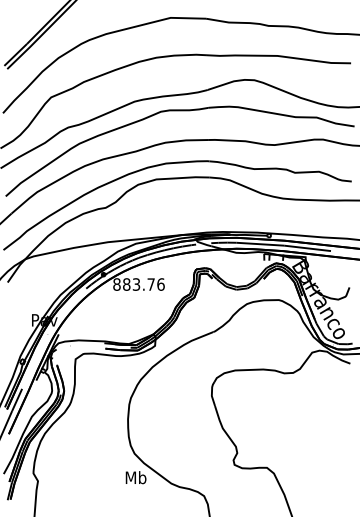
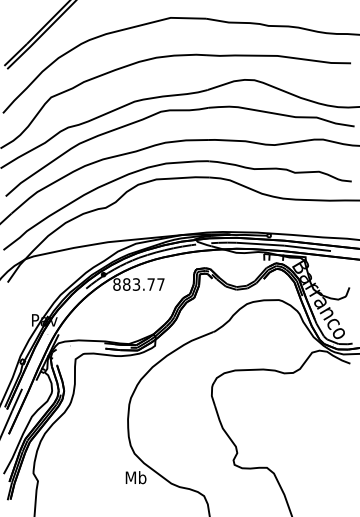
text at (160, 284): 883.76 -> 883.77
